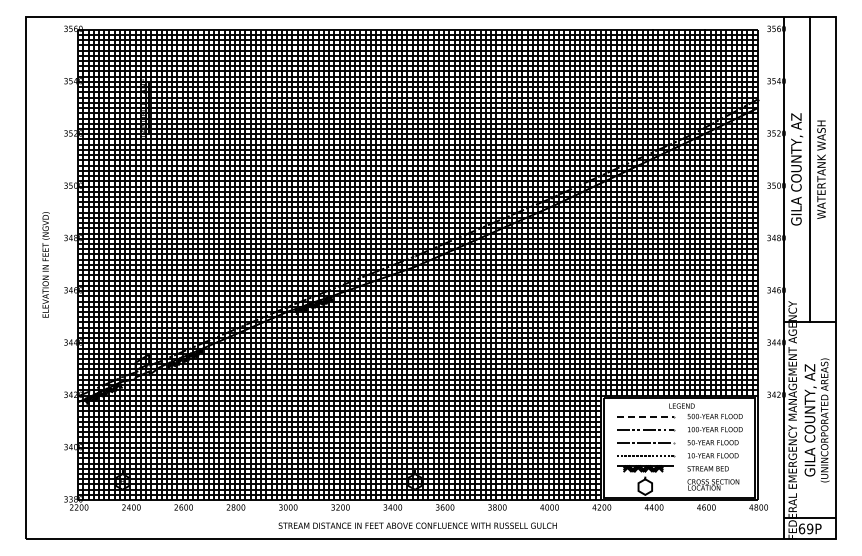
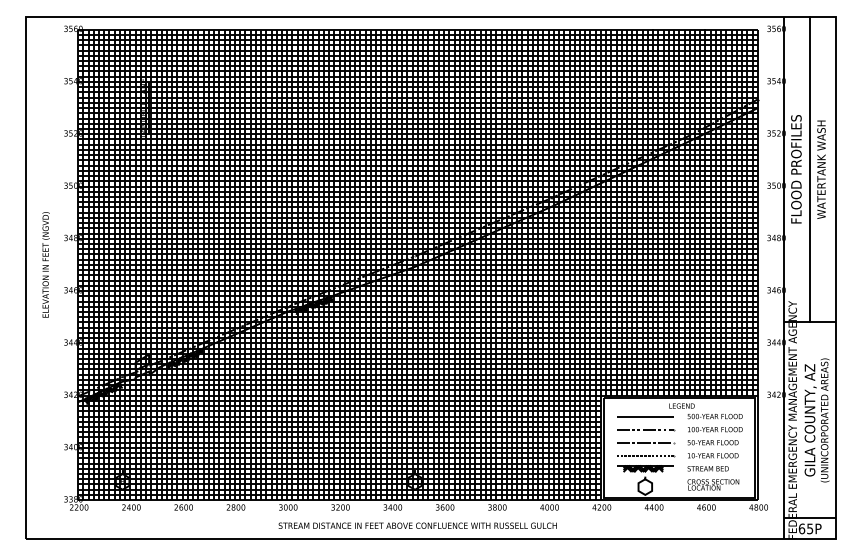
text at (797, 169): GILA COUNTY, AZ -> FLOOD PROFILES
line at (646, 416): dashed -> solid
text at (810, 528): 69P -> 65P
